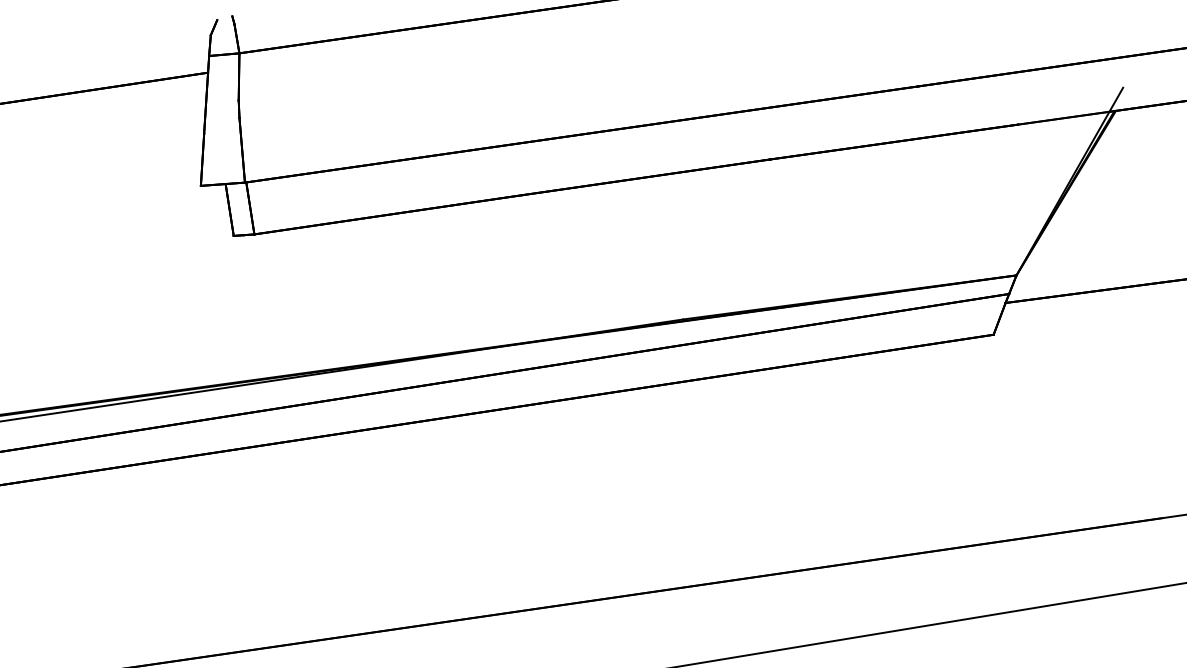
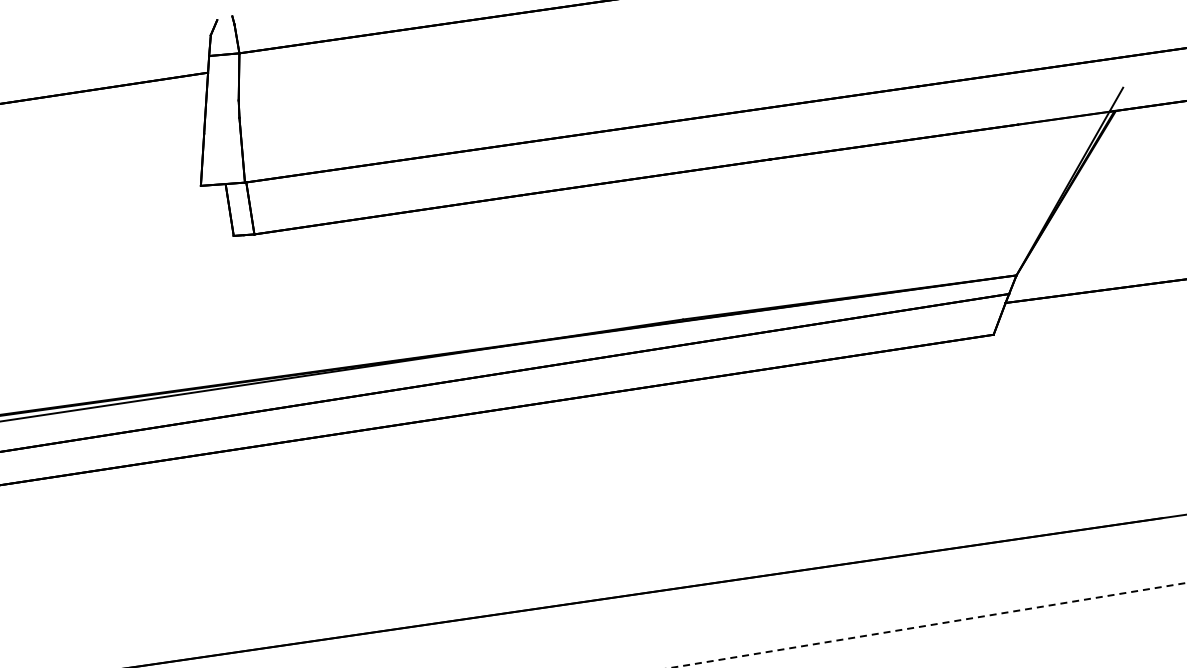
line at (928, 625): solid -> dashed
